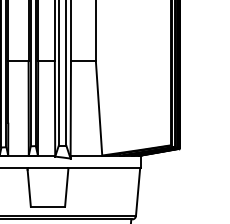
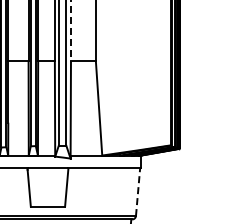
line at (70, 31): solid -> dashed
line at (138, 192): solid -> dashed
